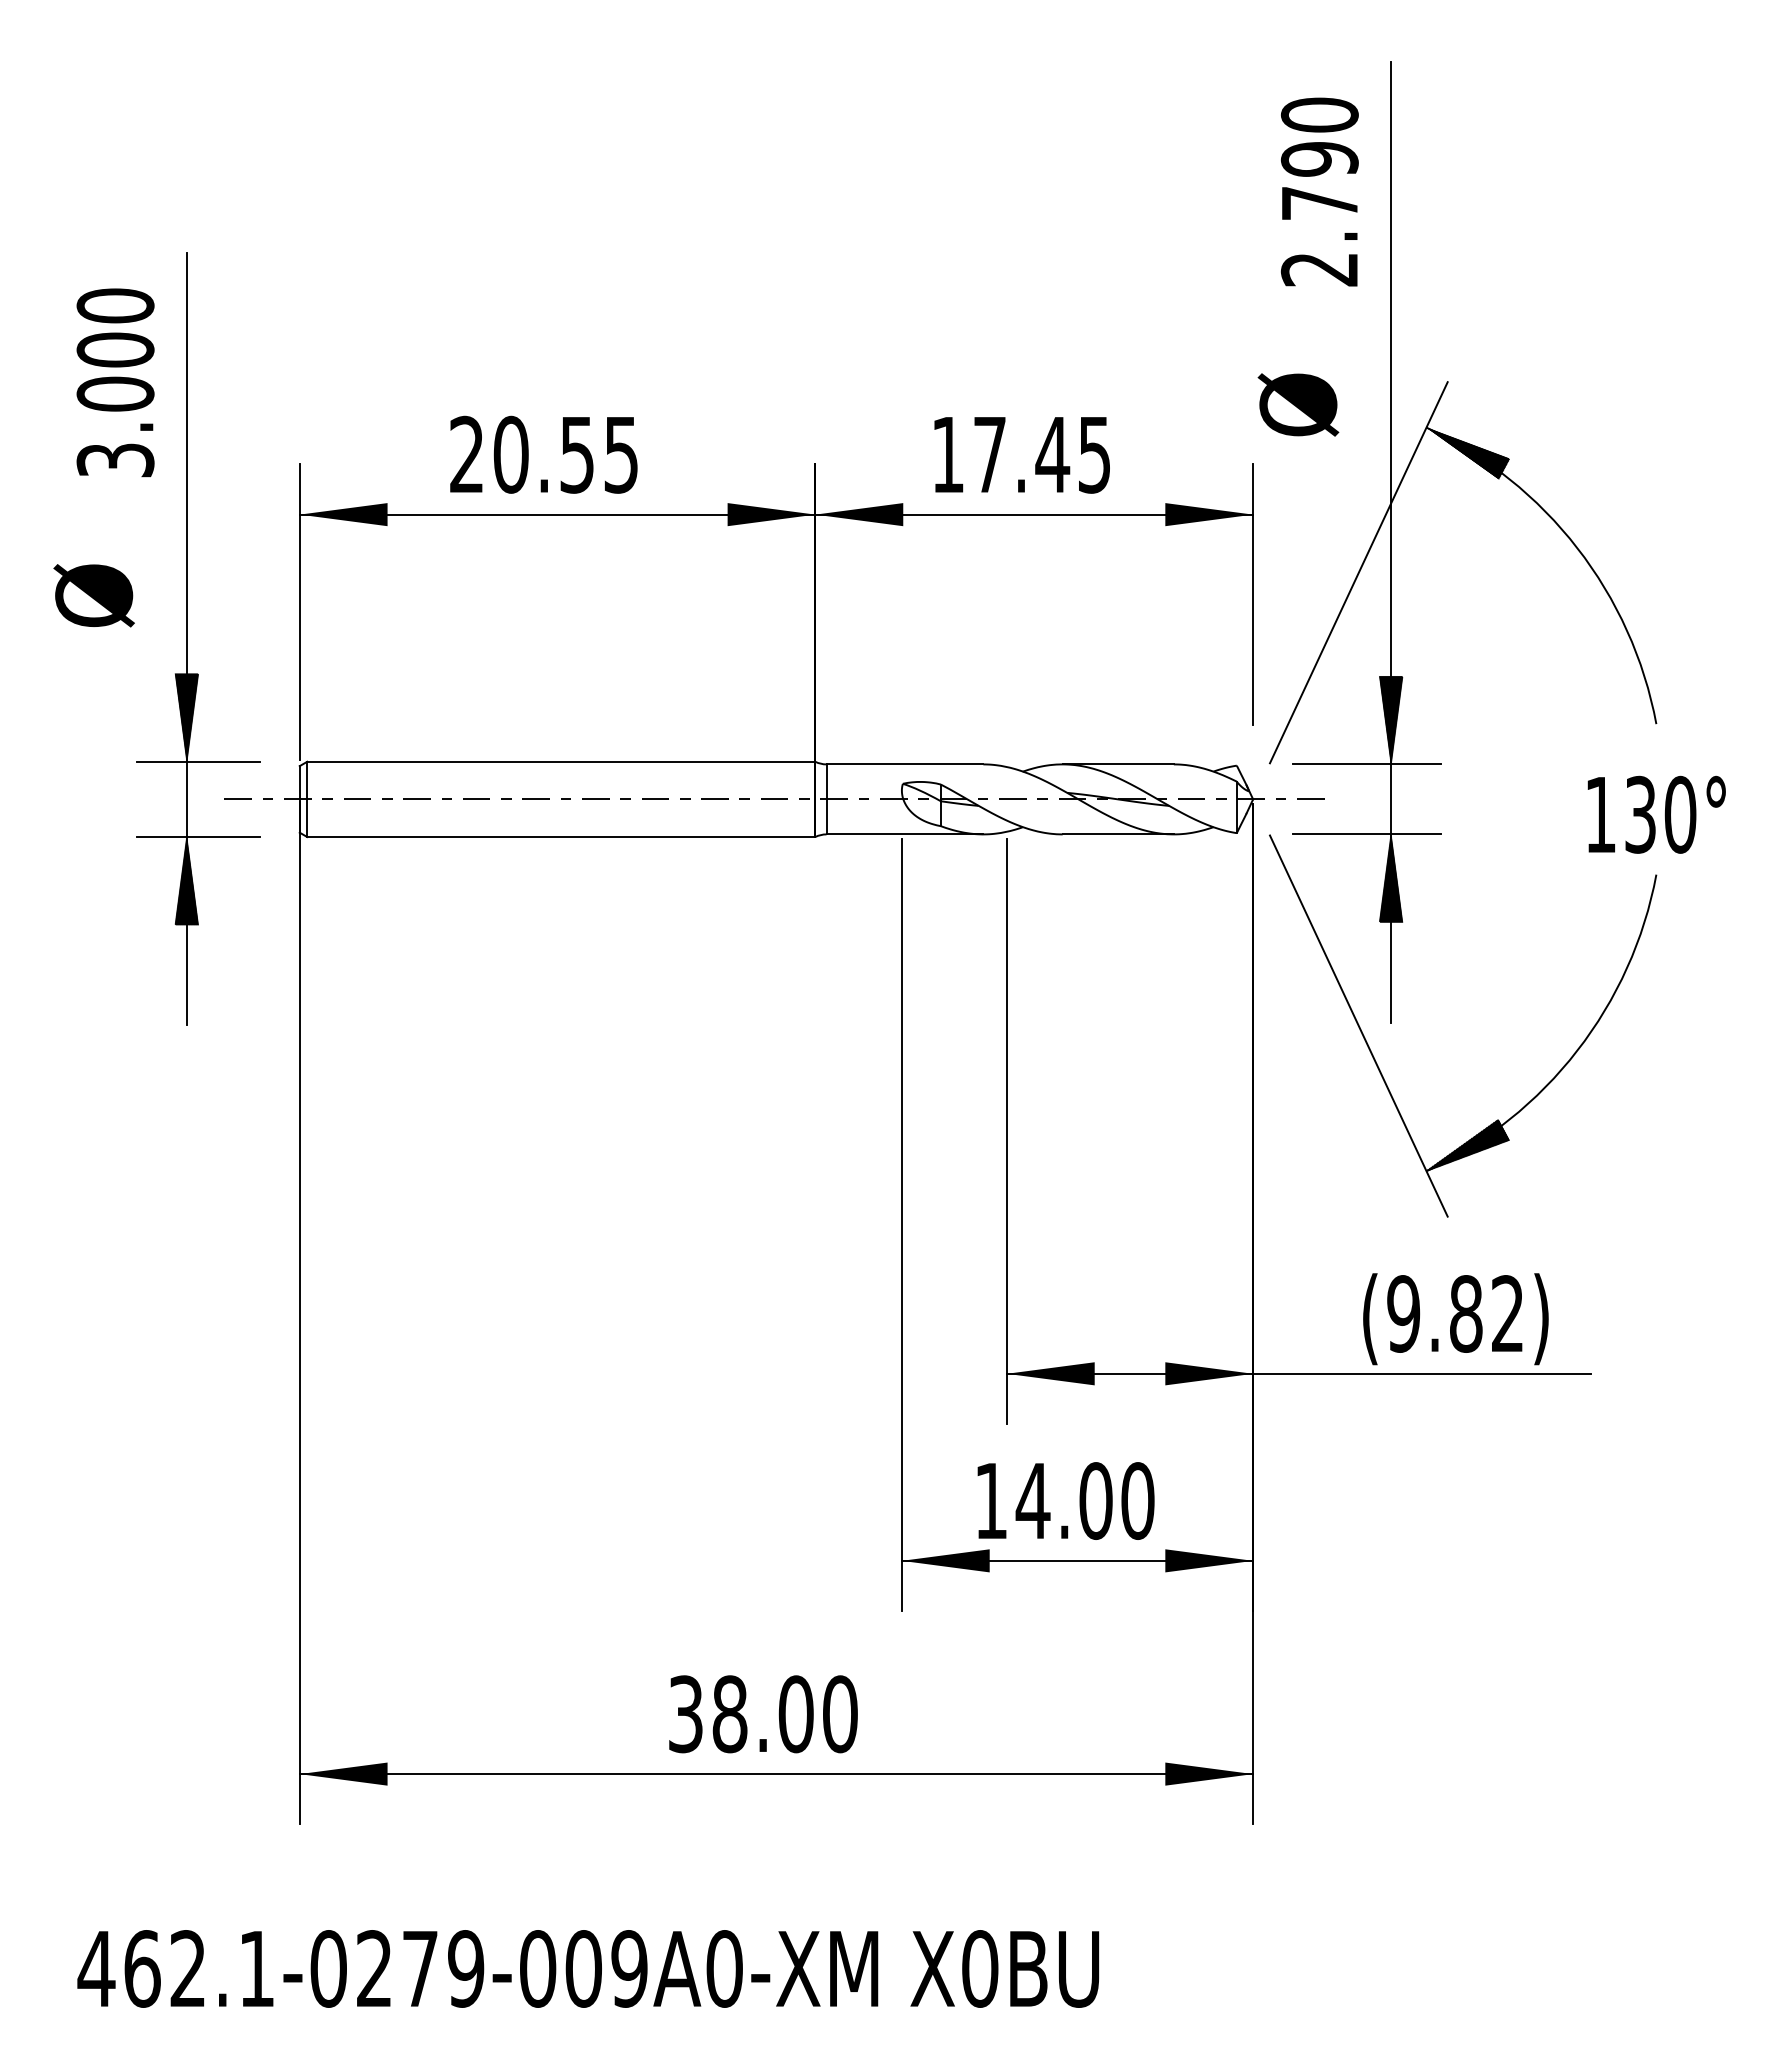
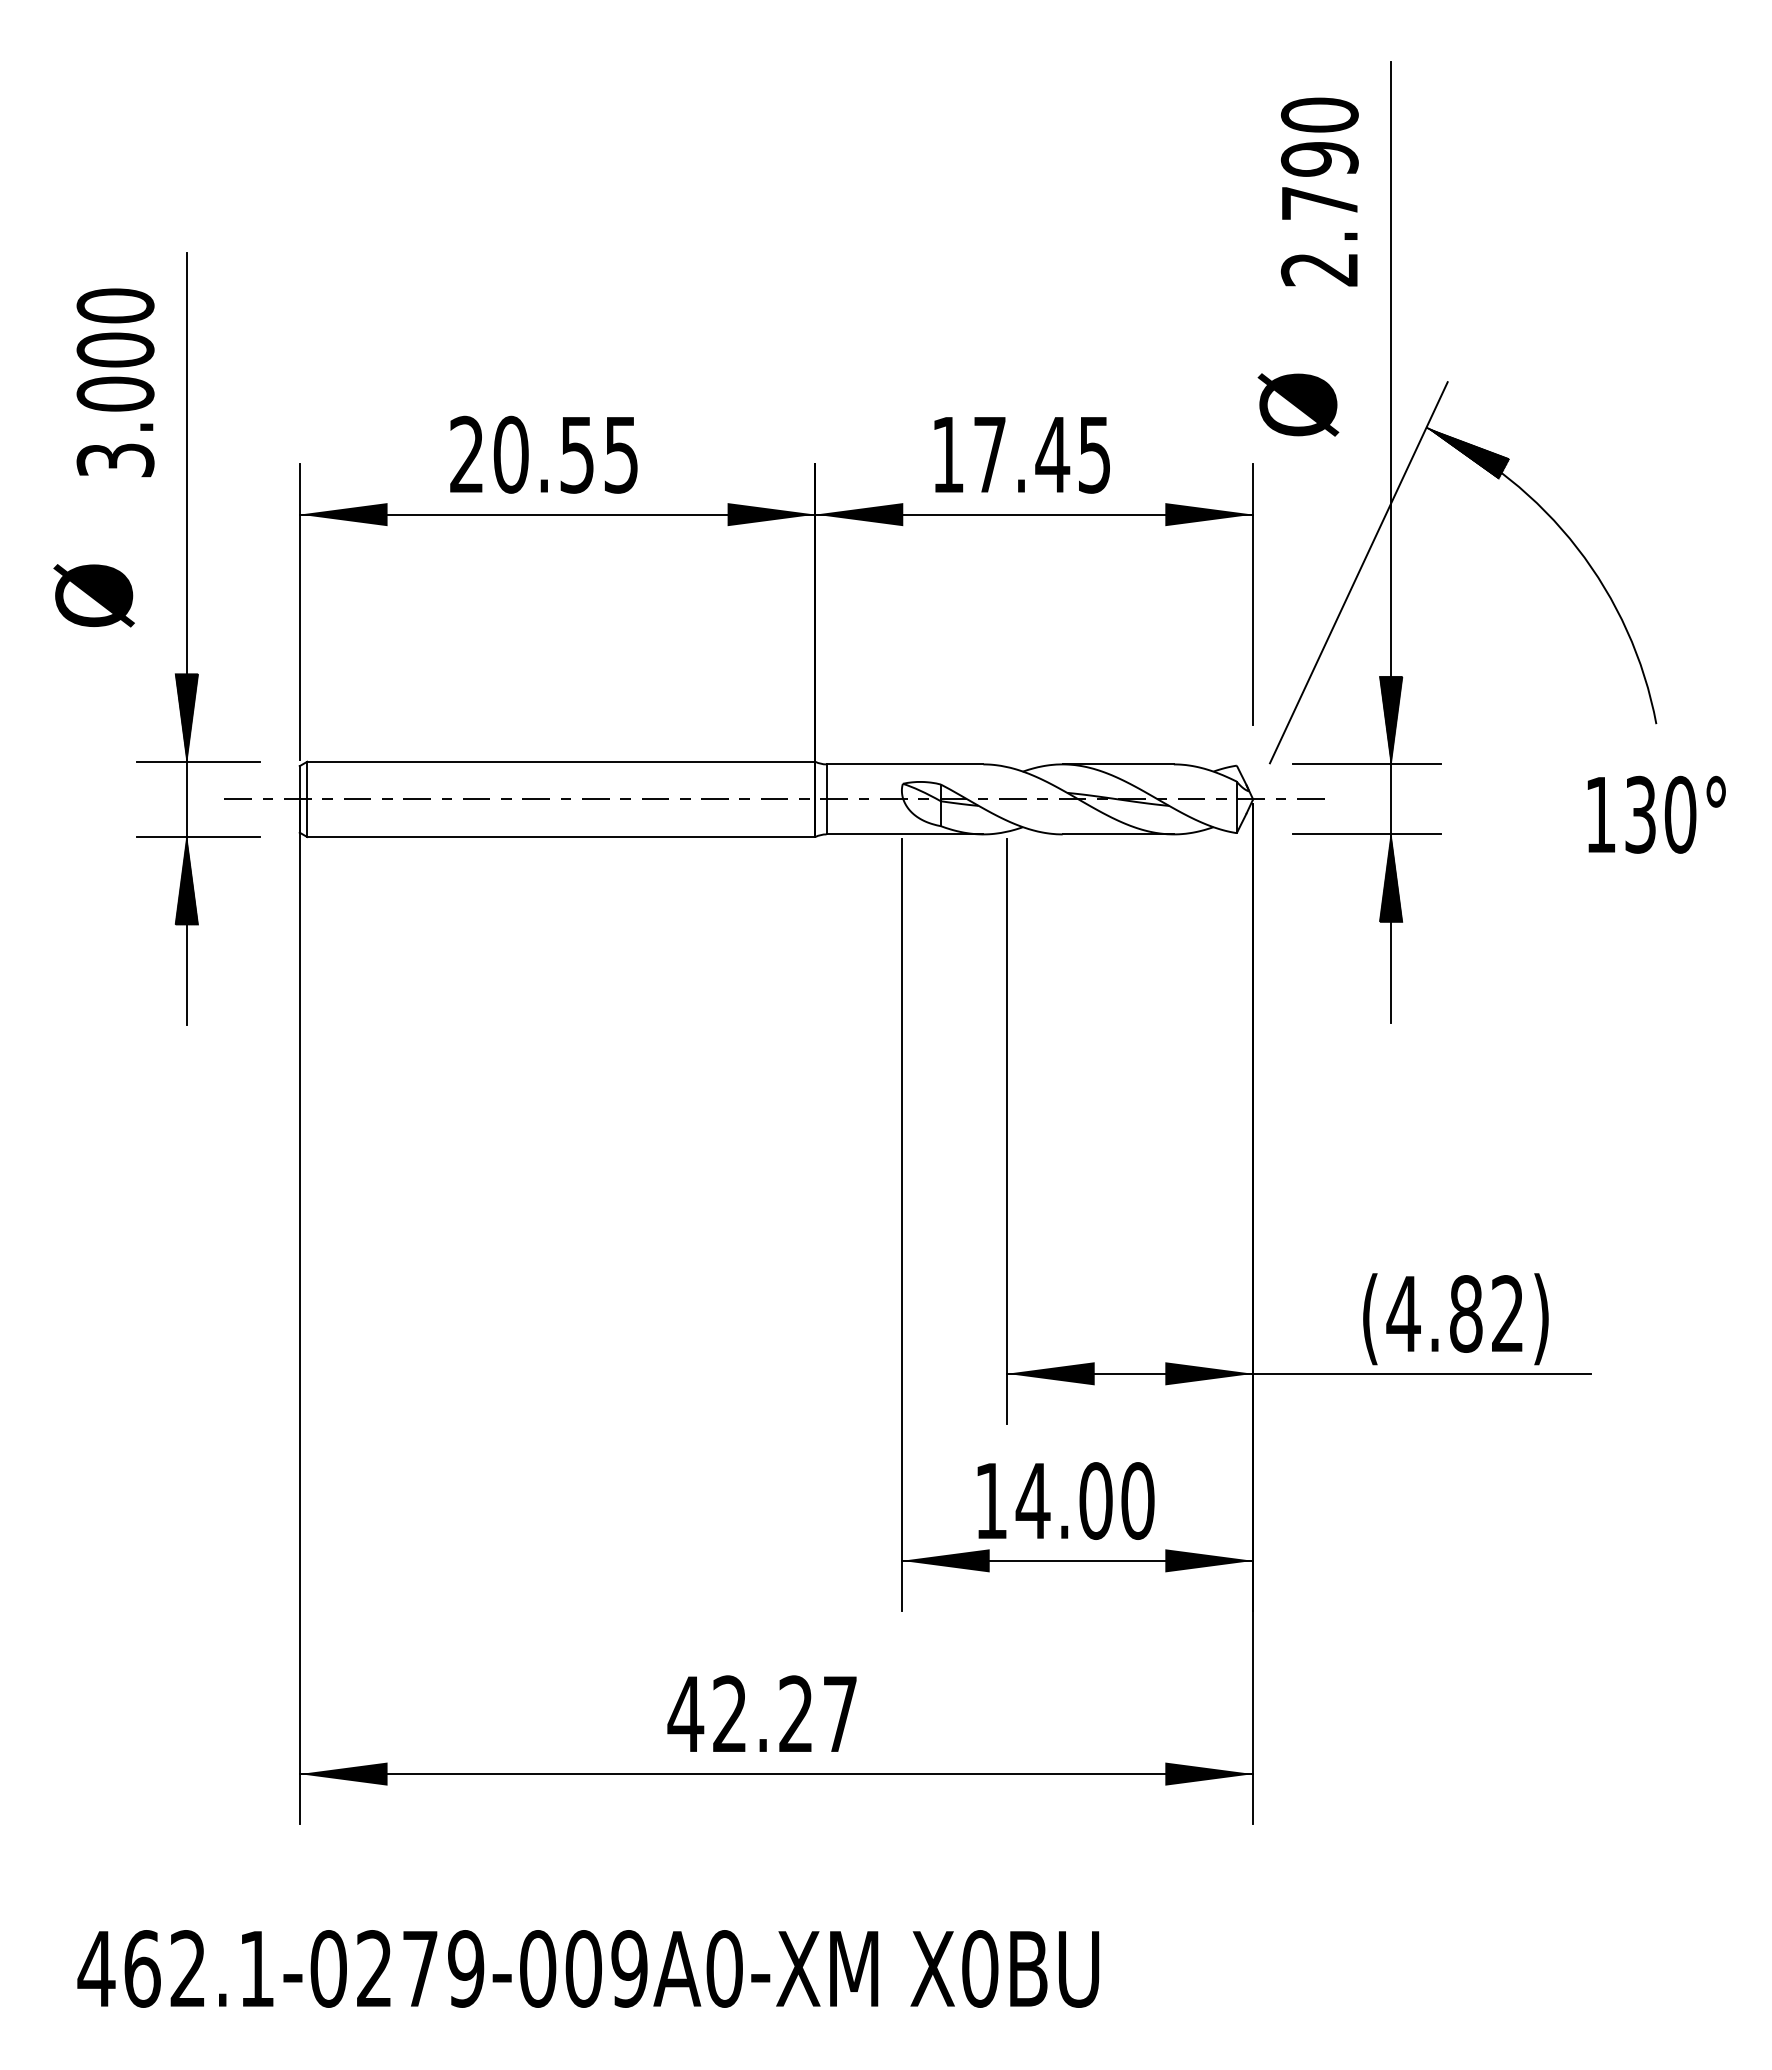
part at (1379, 1067): present -> none
text at (1403, 1313): (9.82) -> (4.82)
text at (762, 1714): 38.00 -> 42.27
